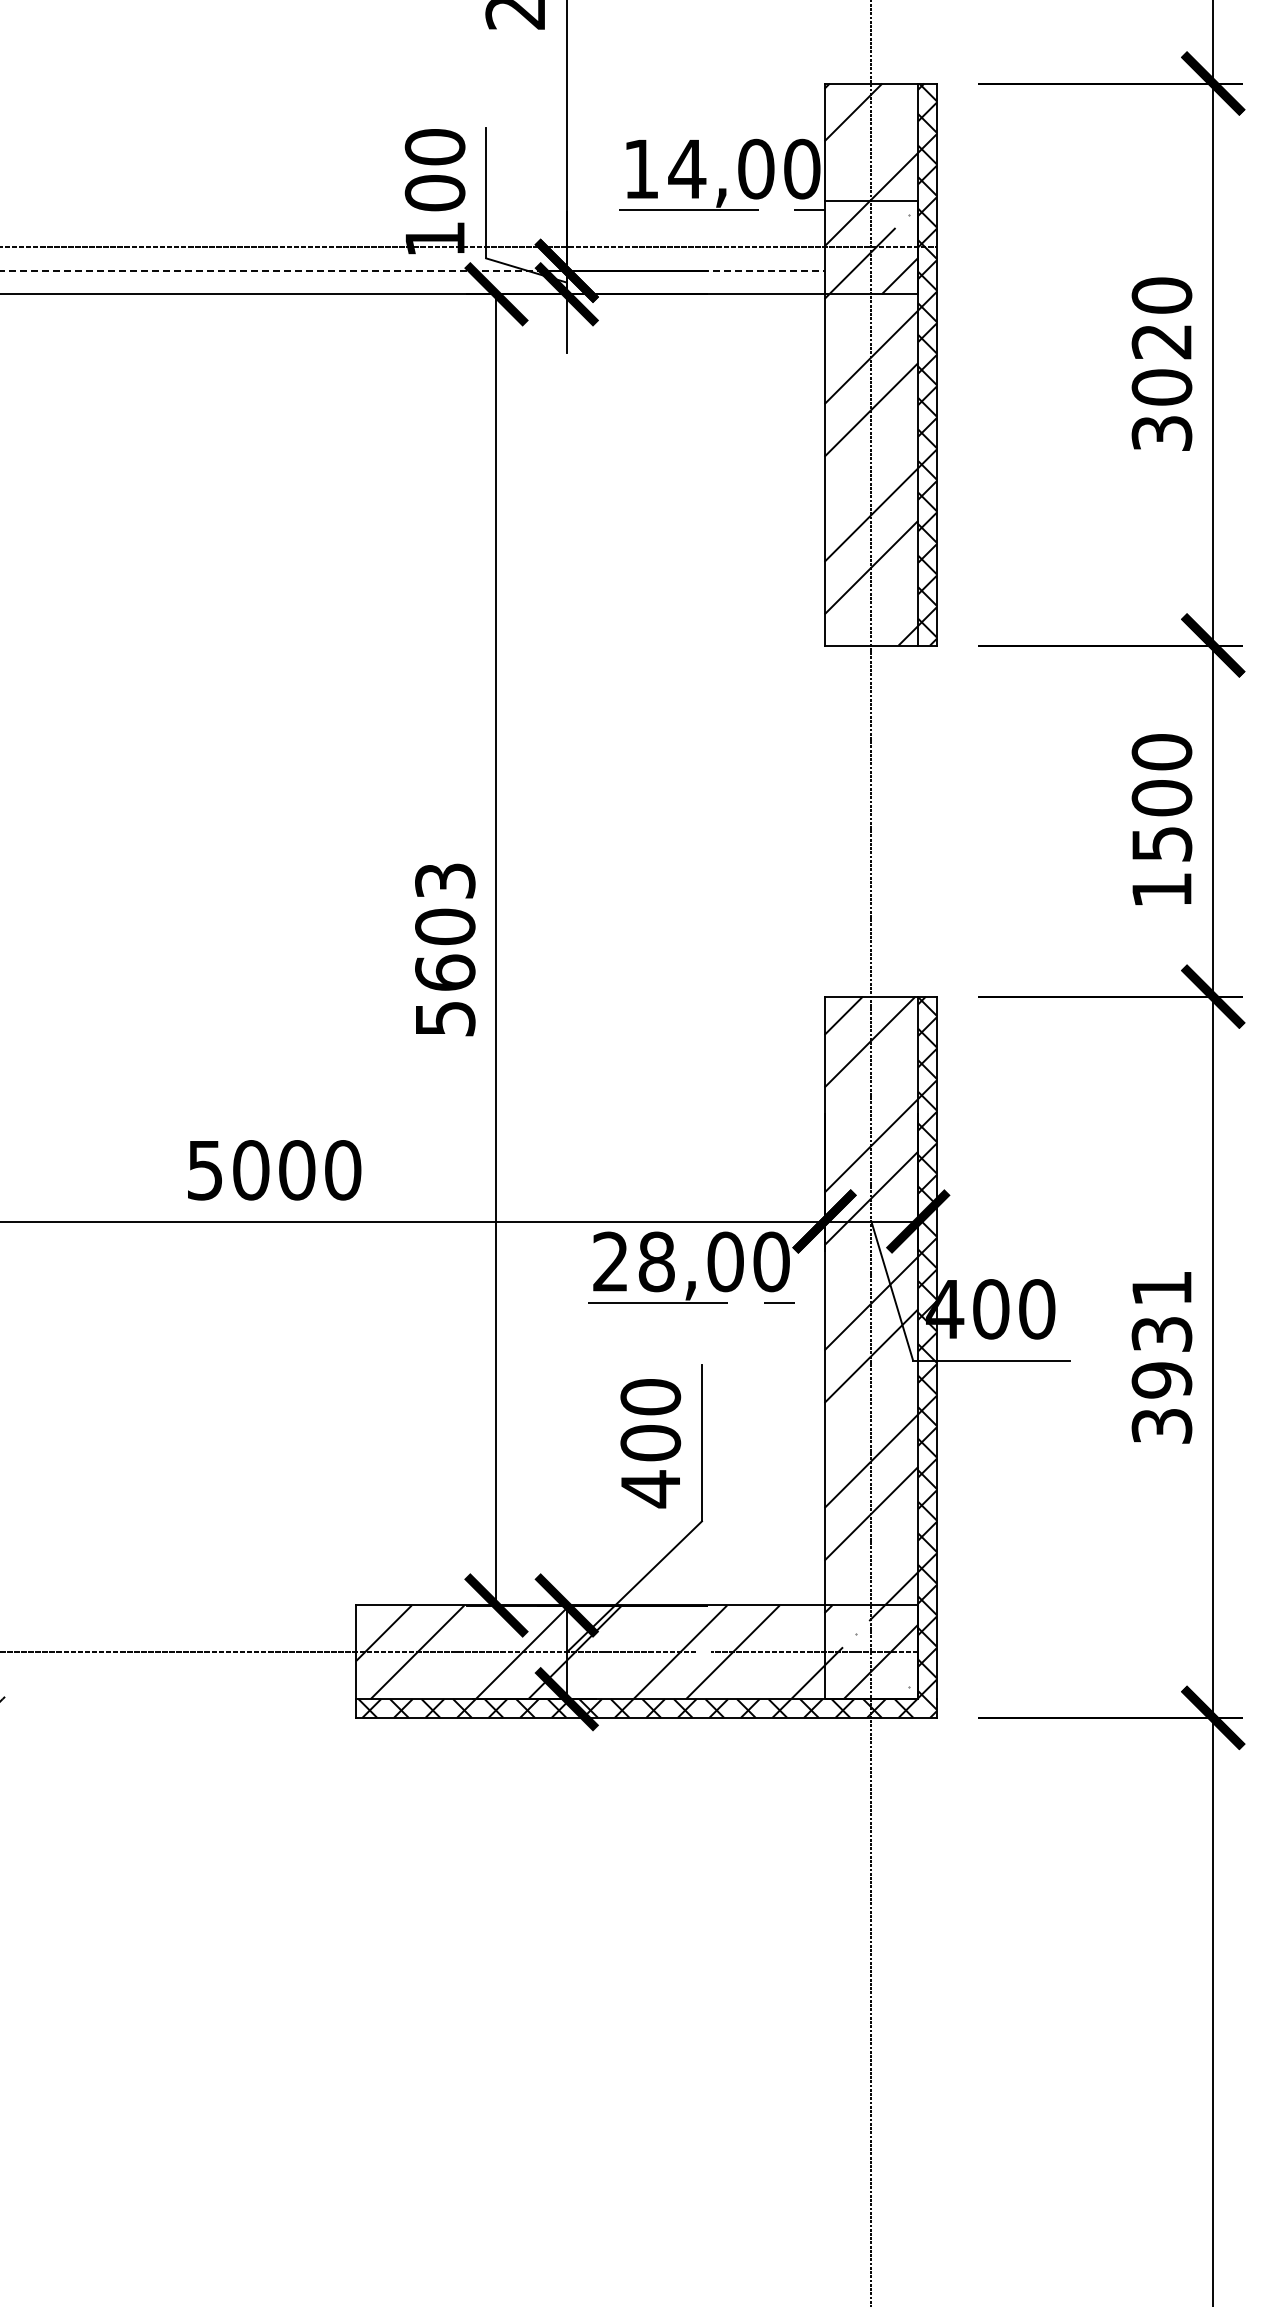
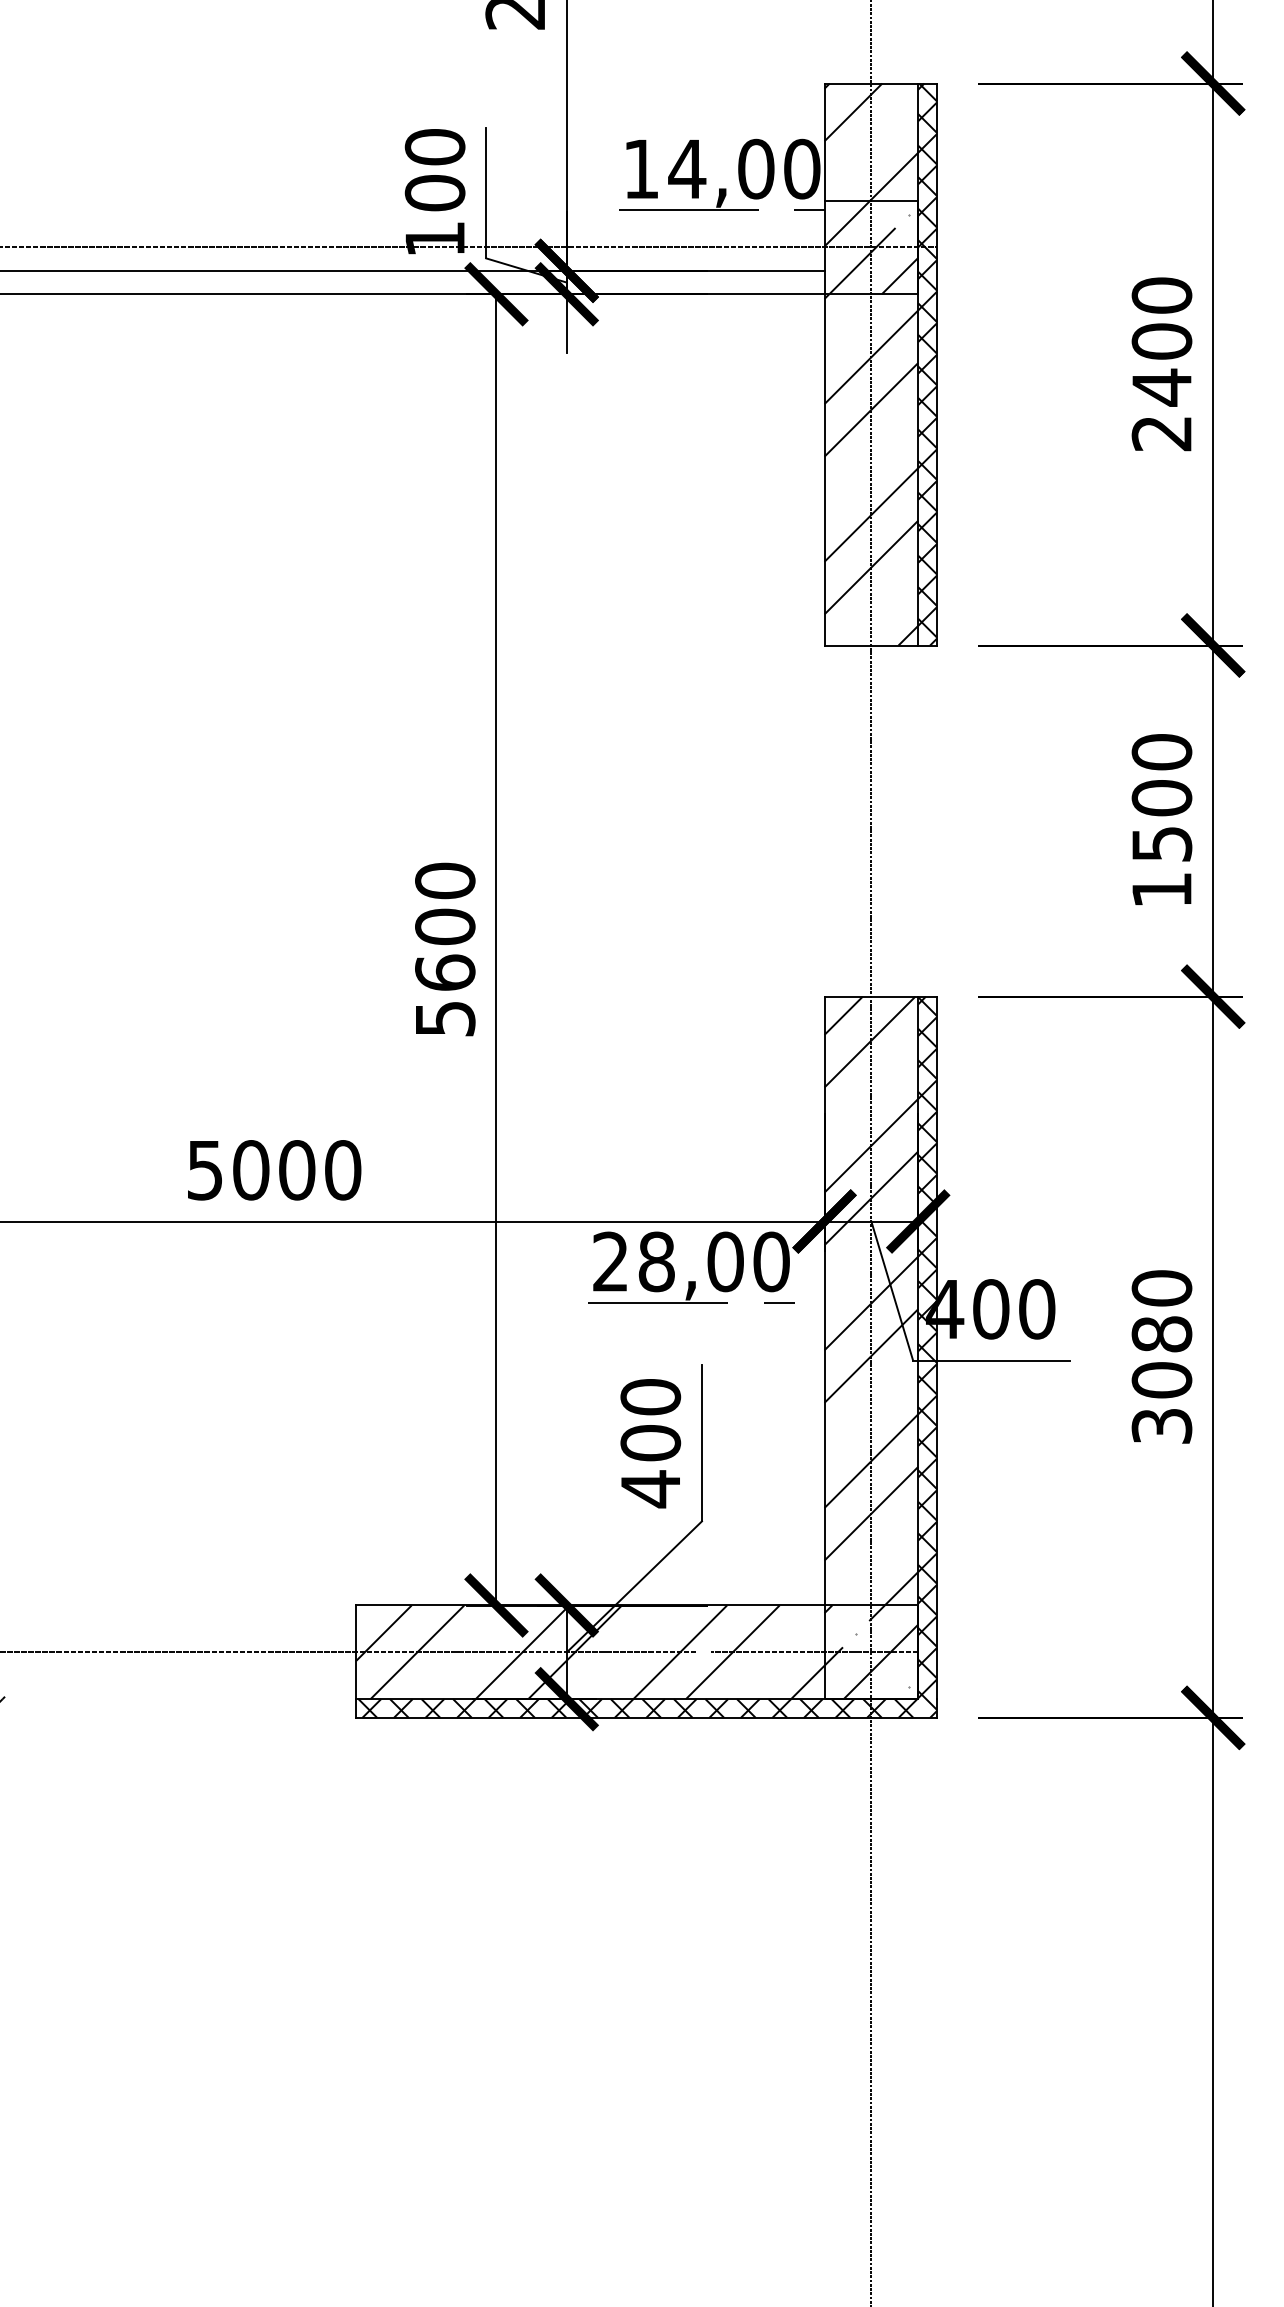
line at (412, 270): dashed -> solid
text at (1161, 387): 3020 -> 2400
text at (445, 880): 5603 -> 5600
text at (1161, 1334): 3931 -> 3080
